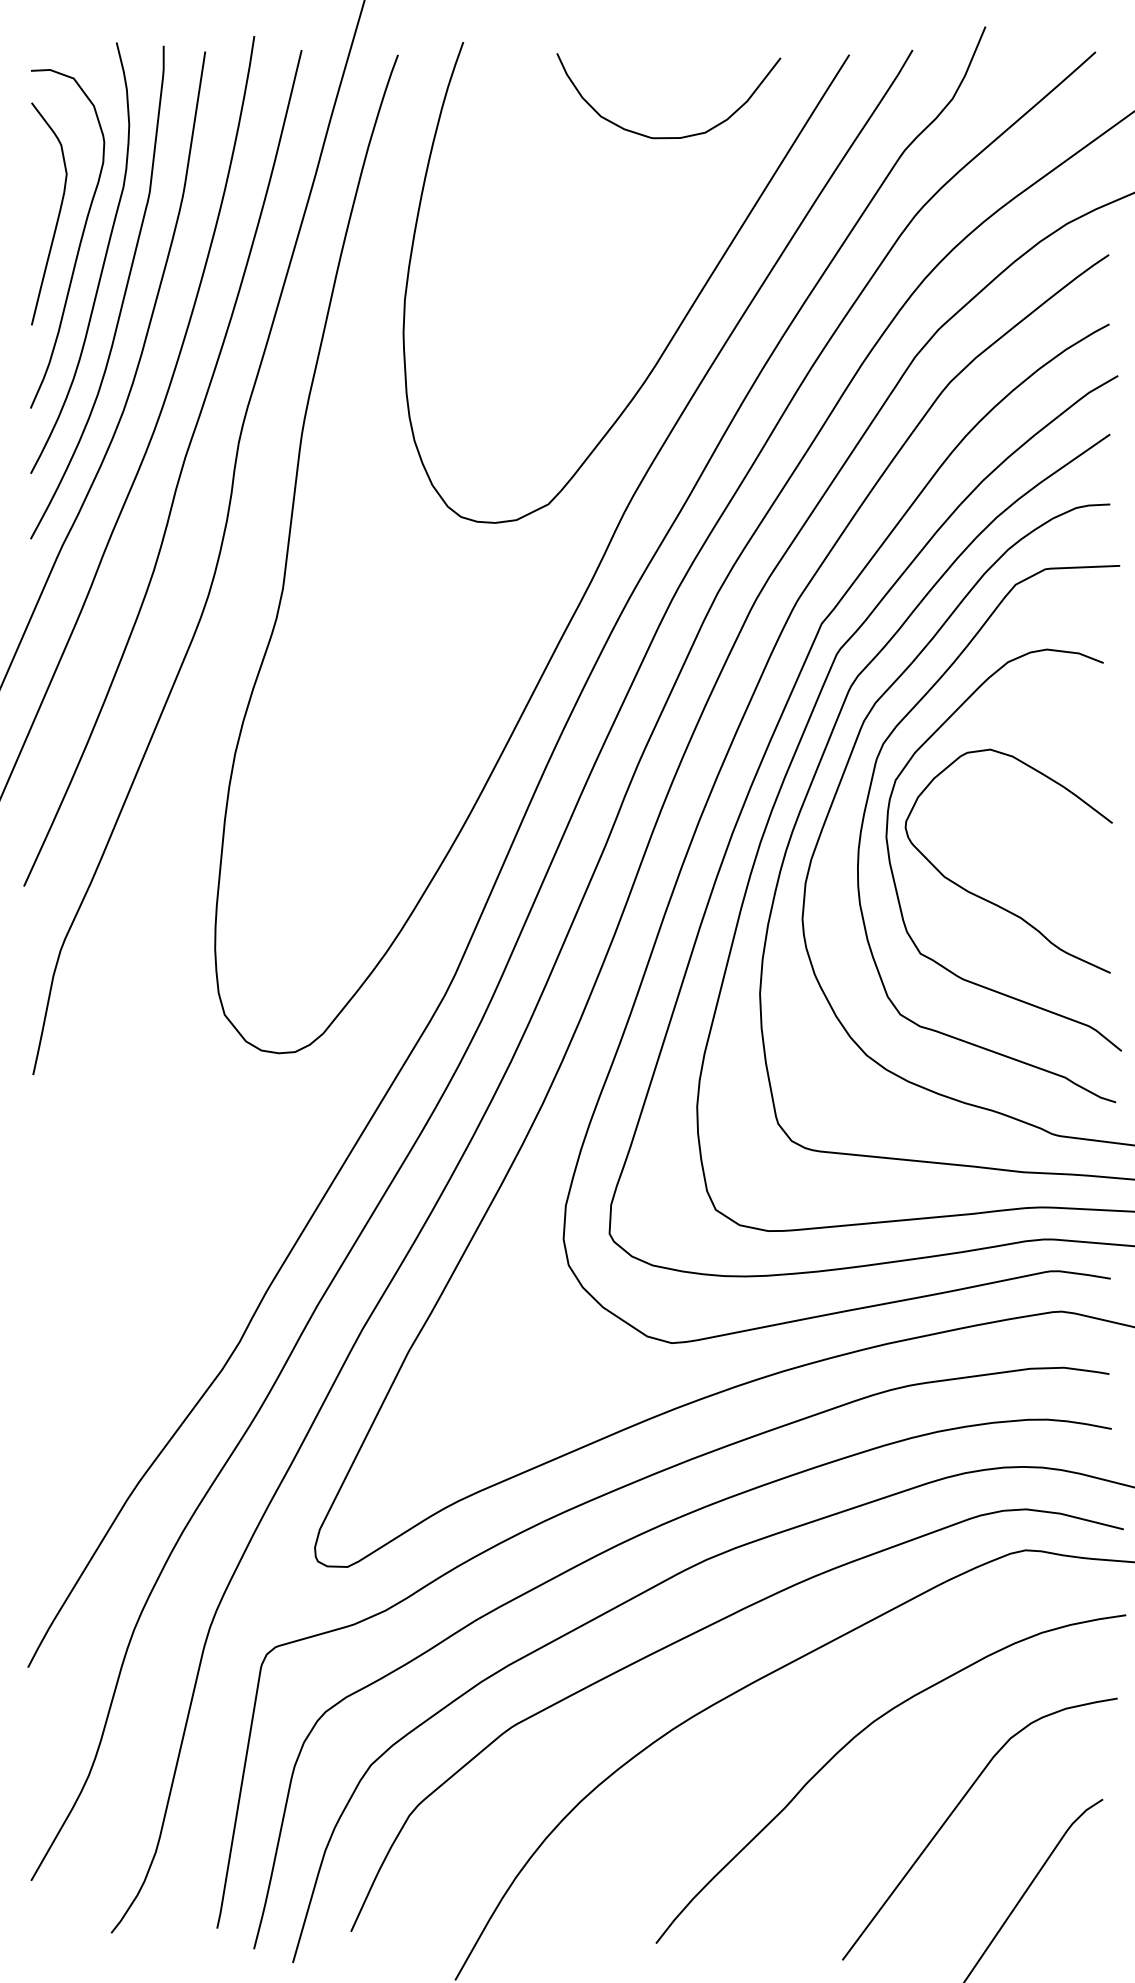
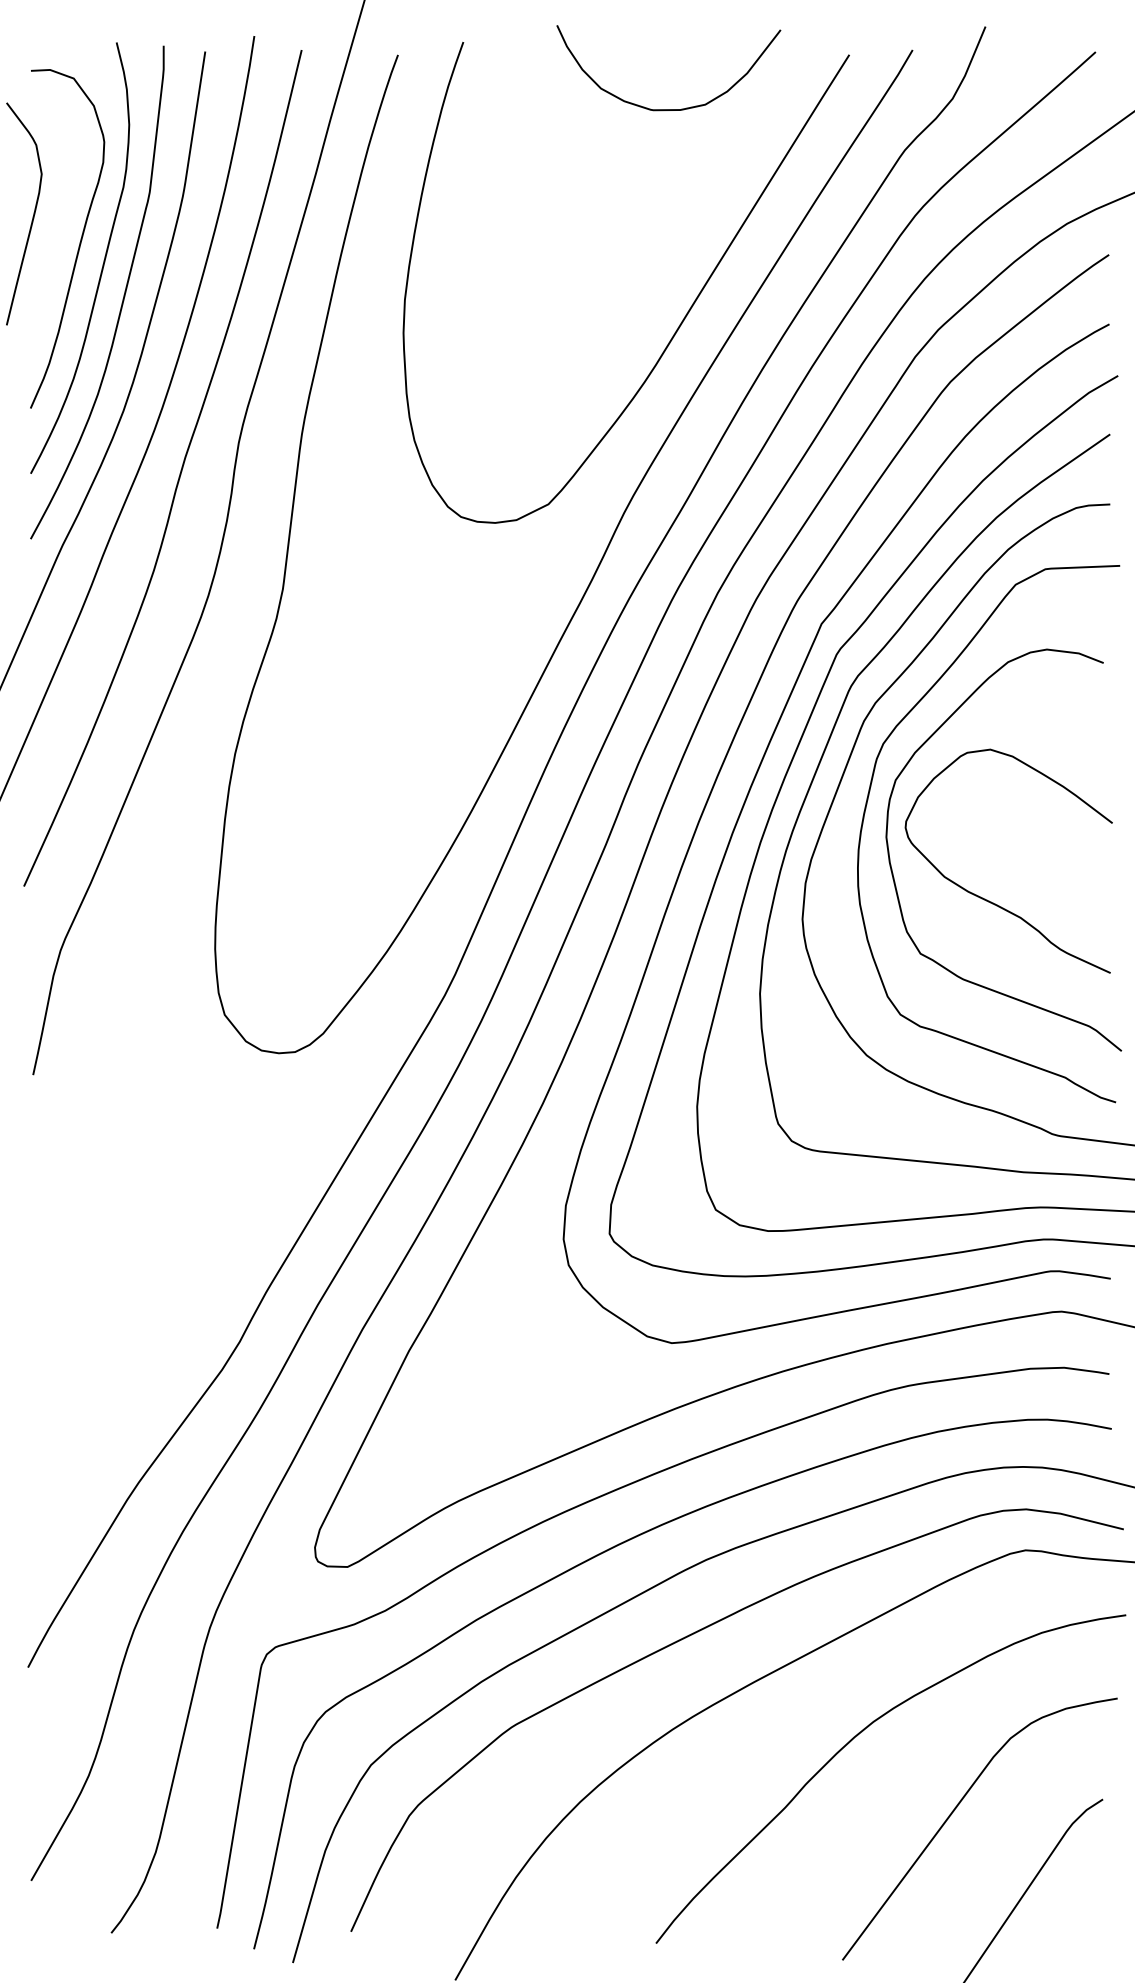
curve at (668, 137) position: (668, 137) -> (668, 109)
curve at (57, 216) position: (57, 216) -> (32, 216)
